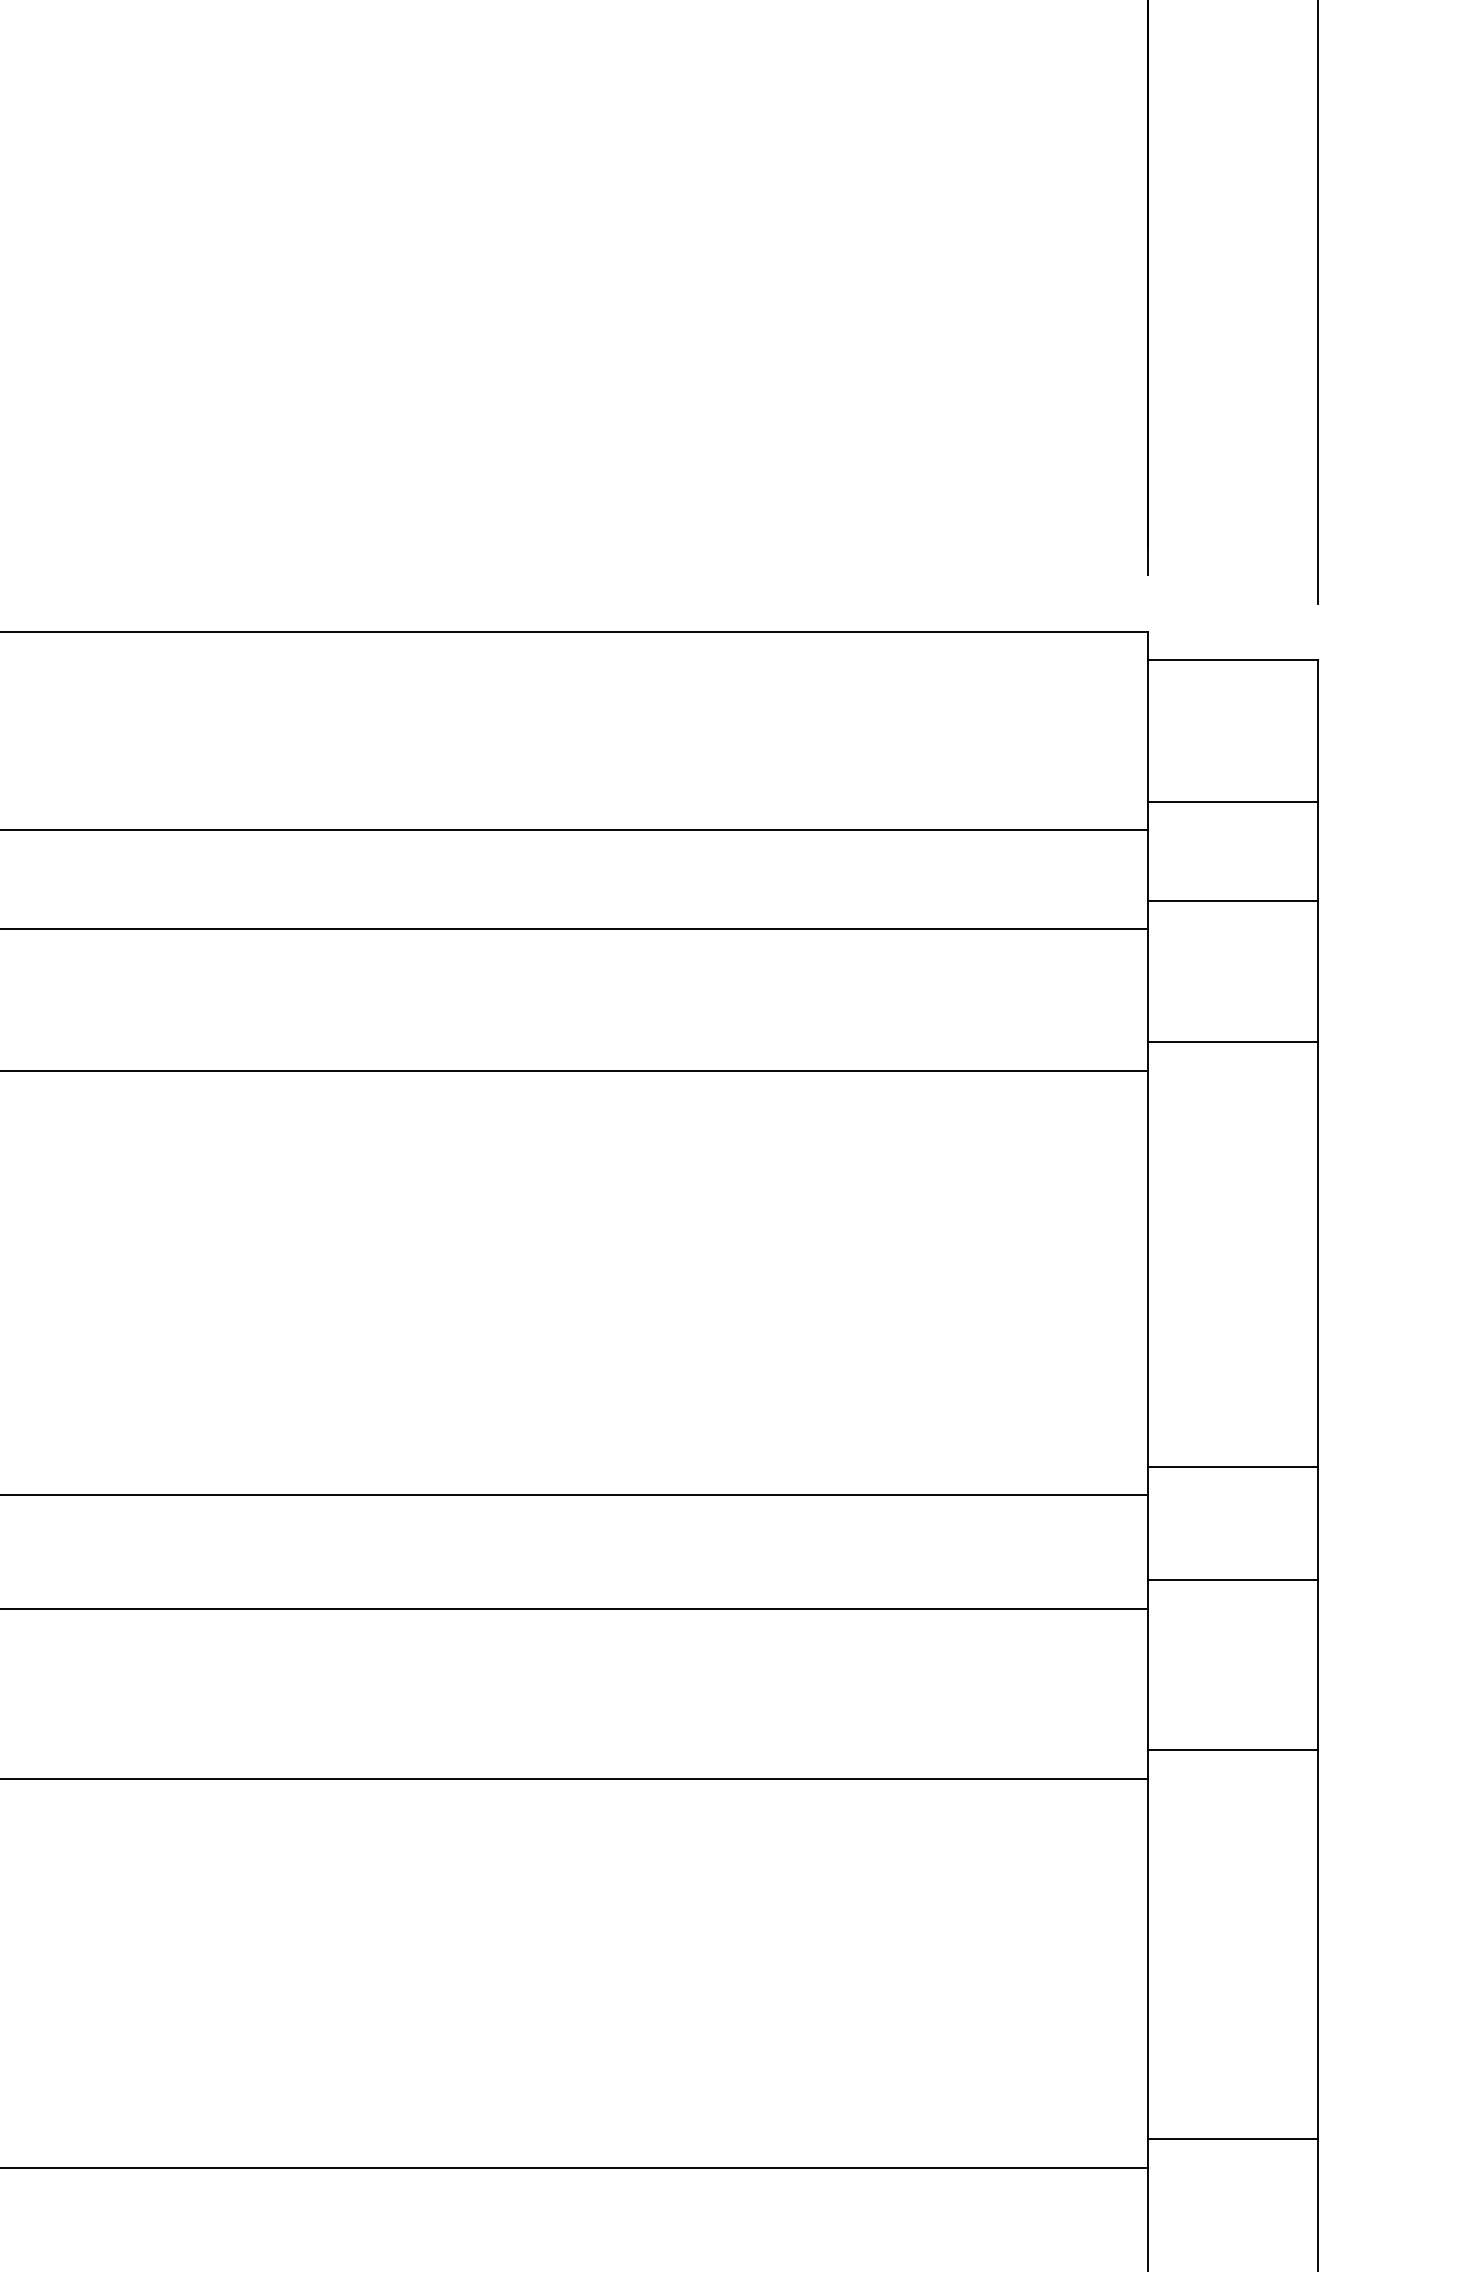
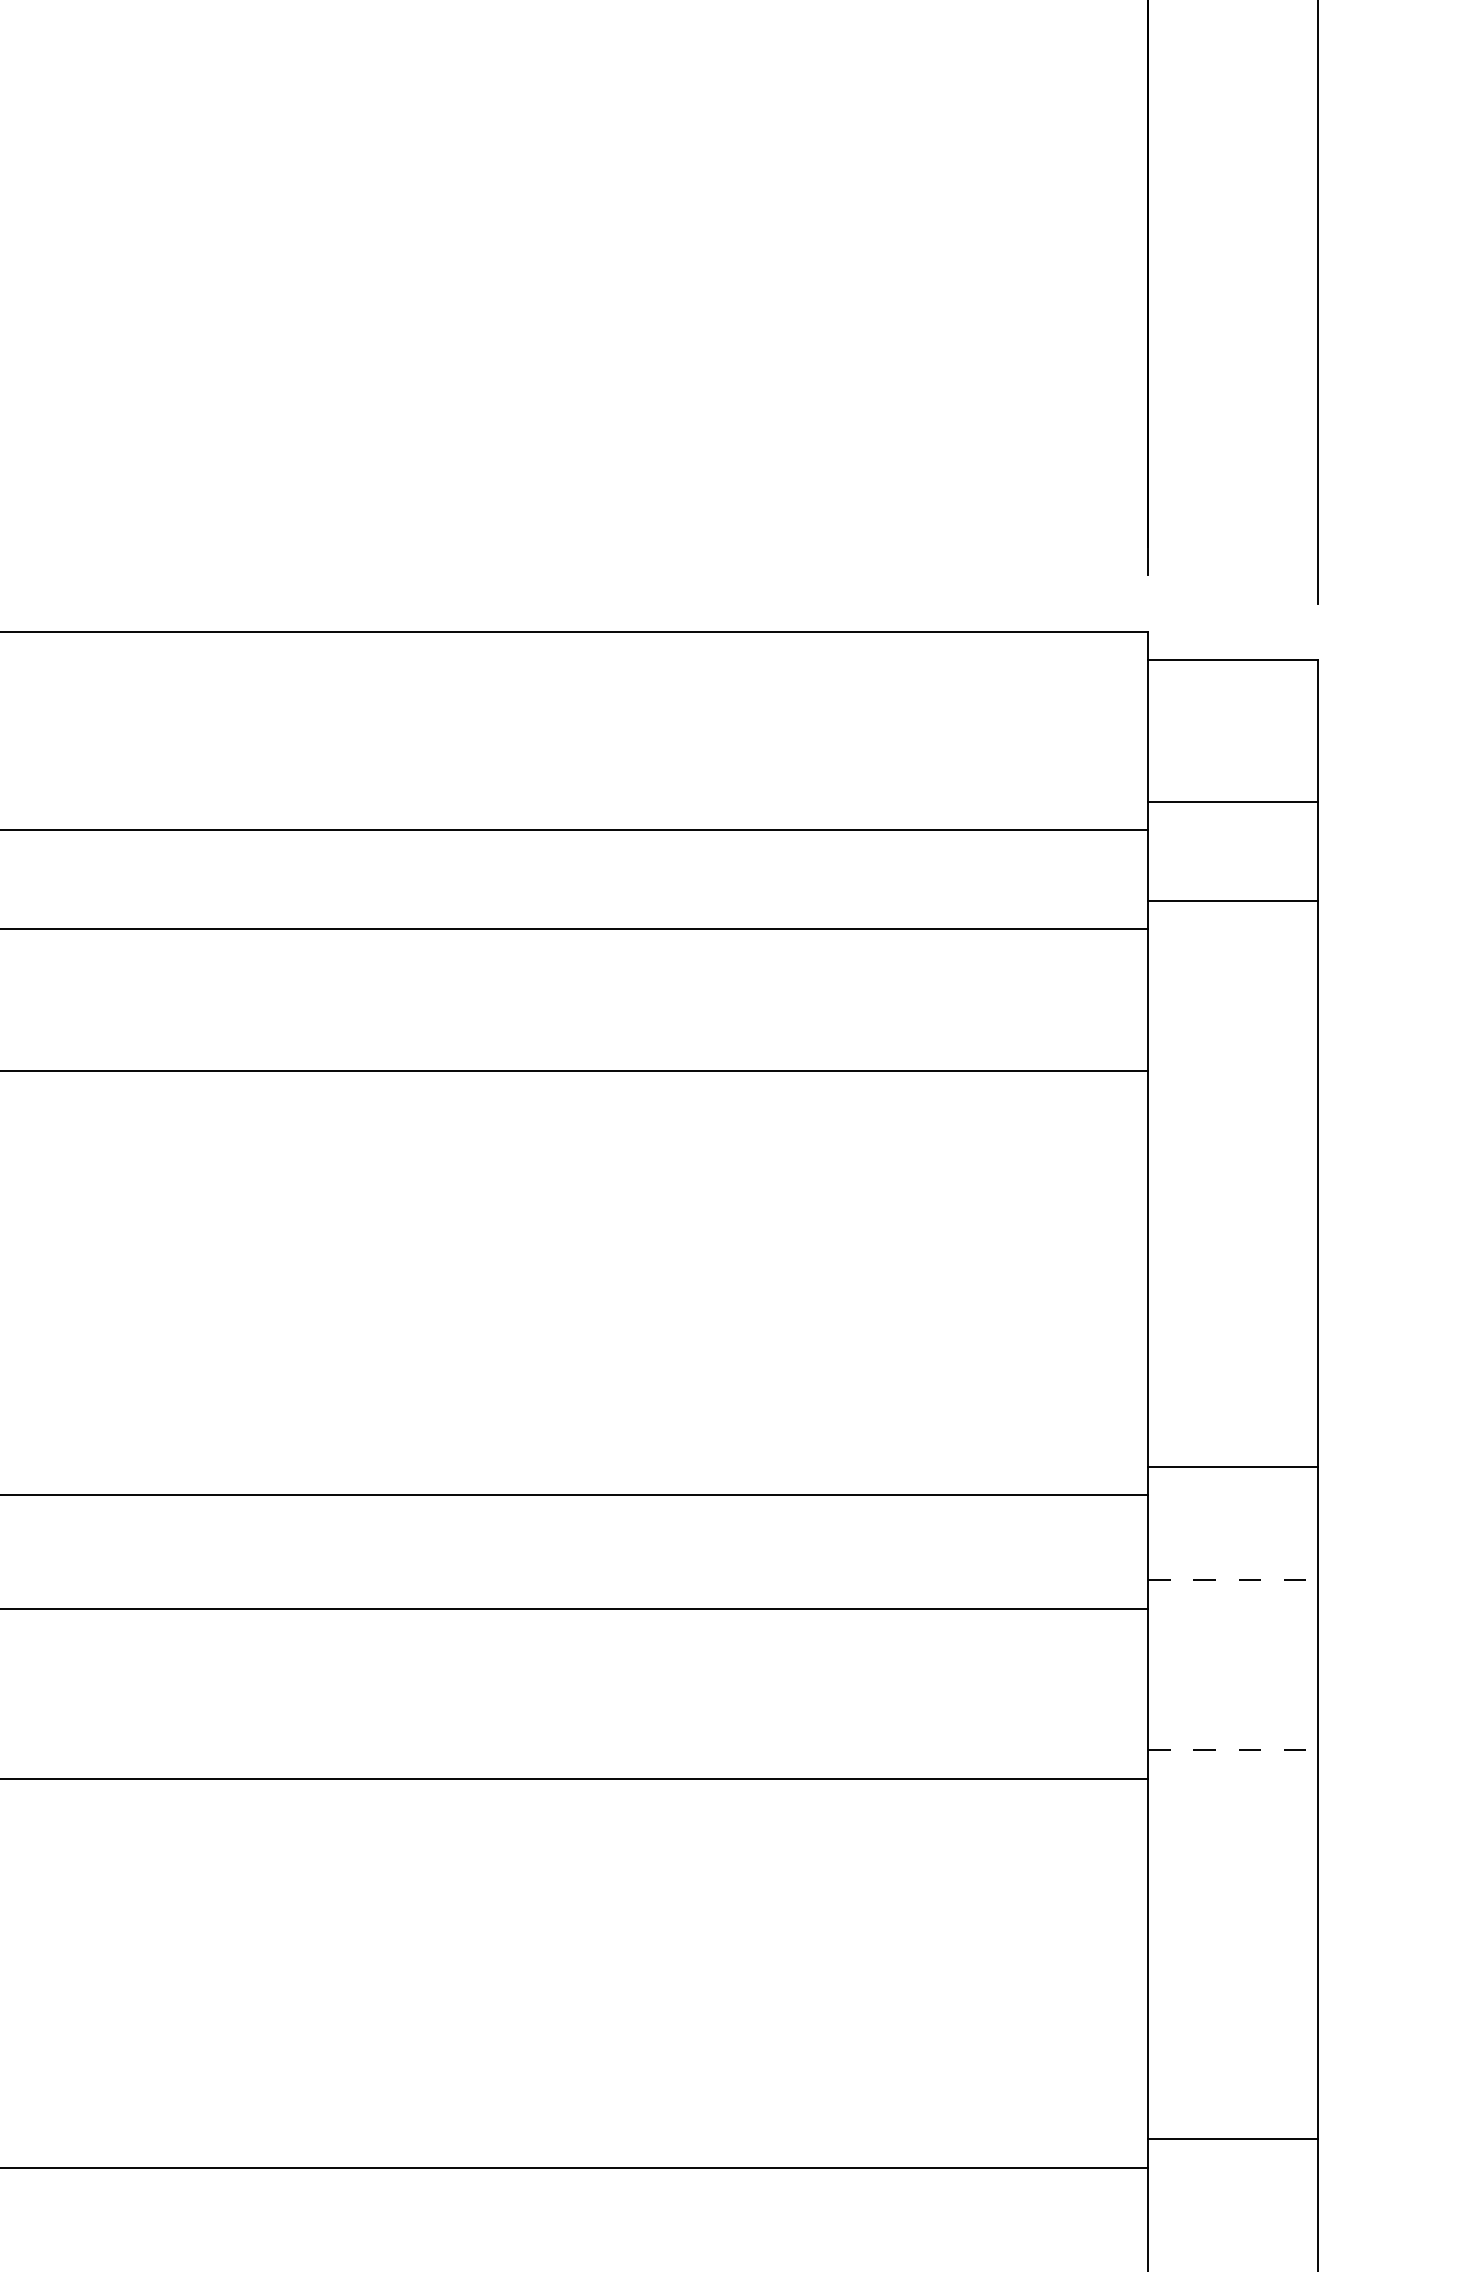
line at (1232, 1042): present -> none
line at (1232, 1580): solid -> dashed
line at (1232, 1750): solid -> dashed
